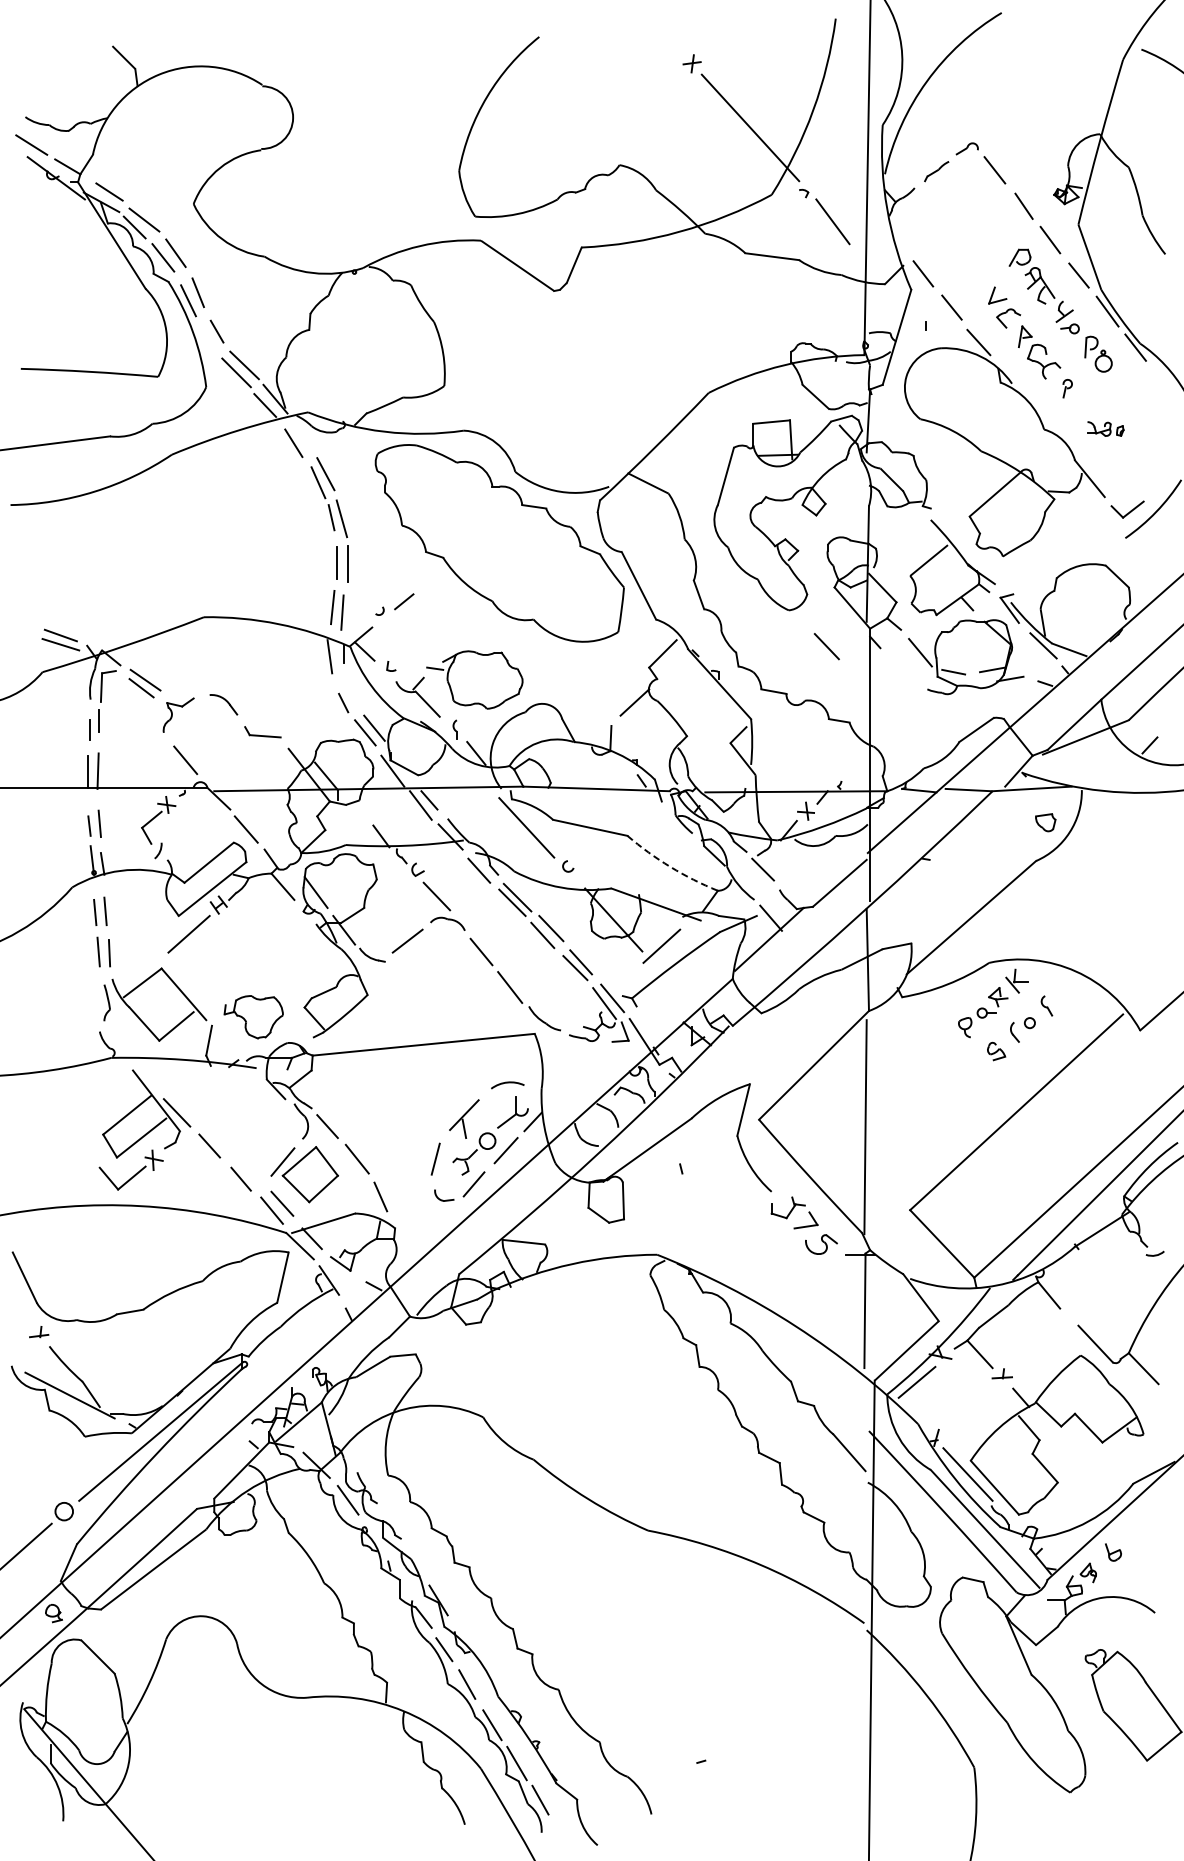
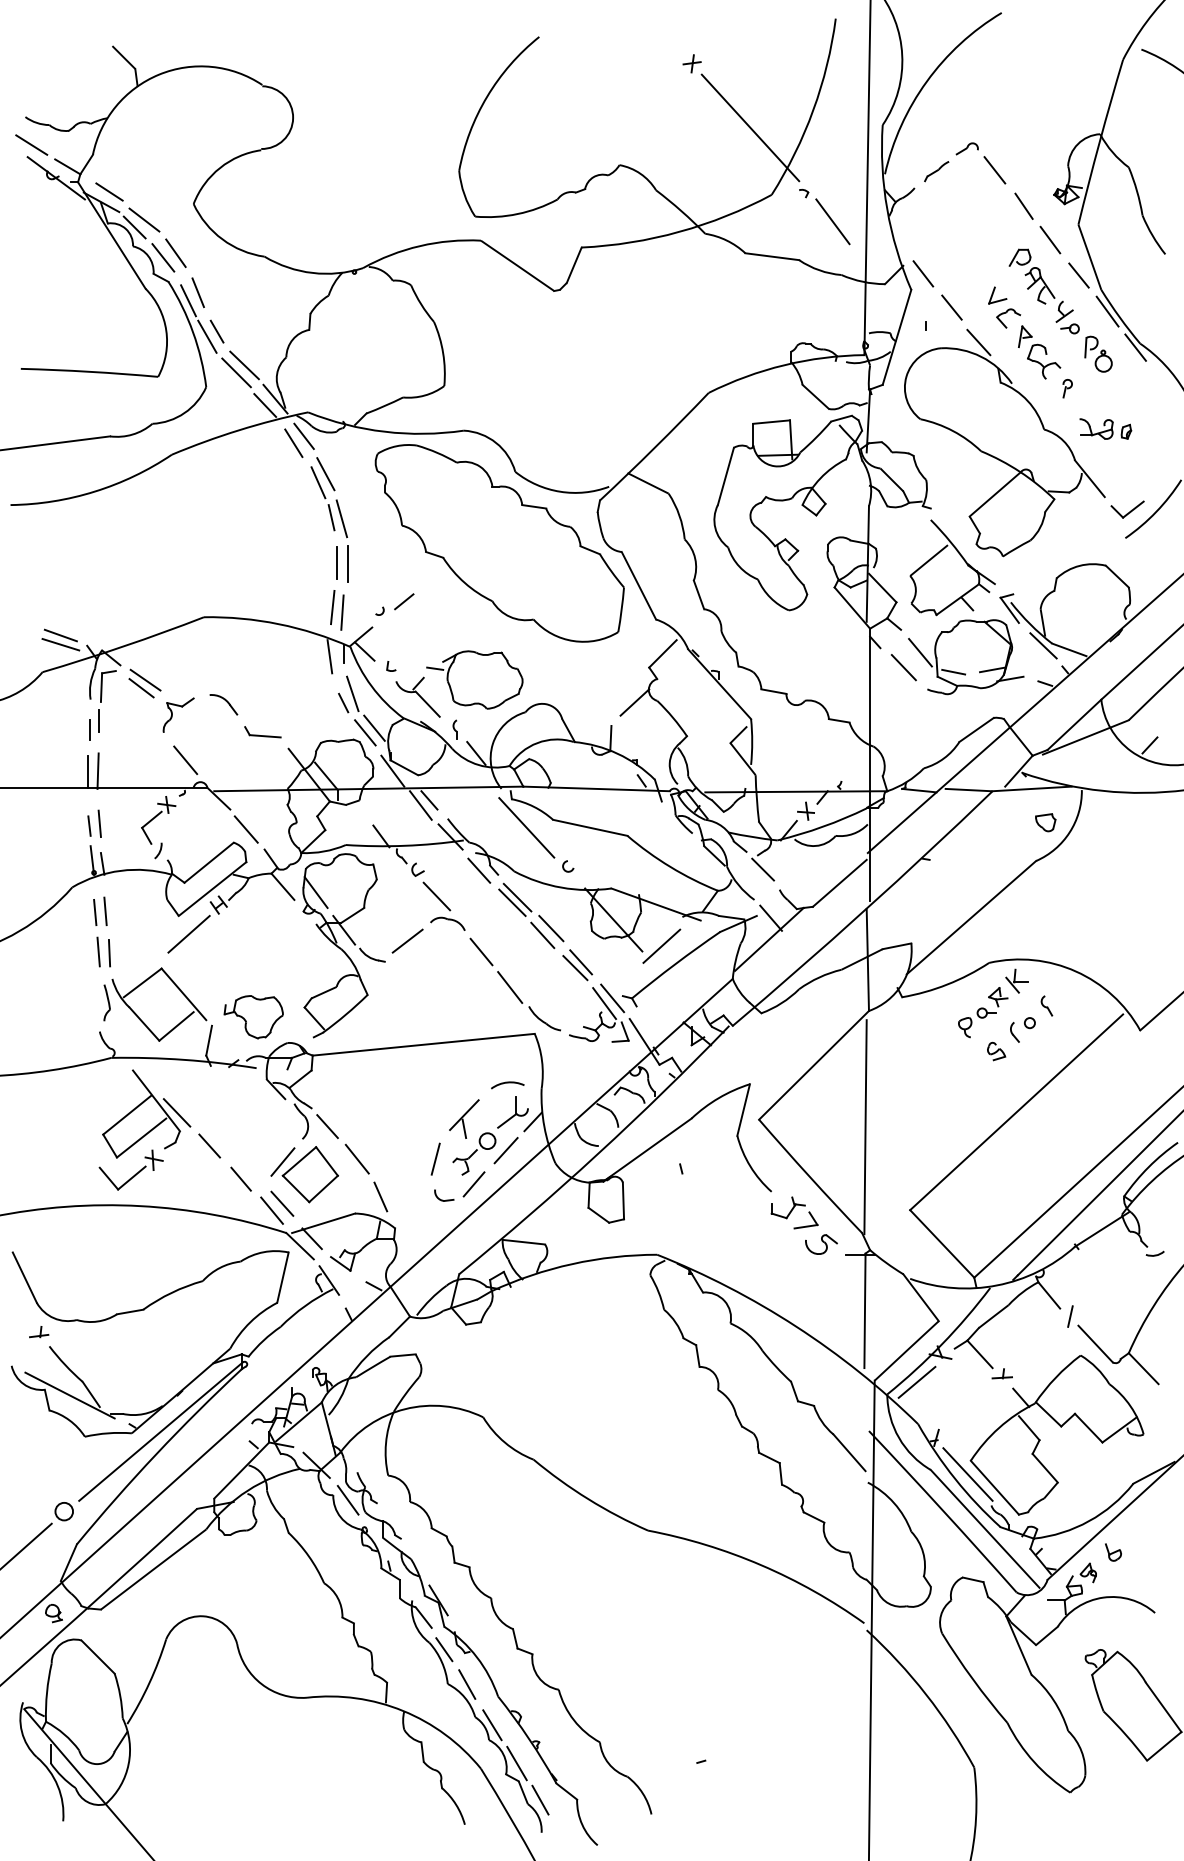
line at (207, 336): none -> present
part at (1105, 428) size: 38x16 px -> 54x22 px
line at (303, 435): none -> present
line at (826, 646) position: (826, 646) -> (903, 667)
line at (352, 693): none -> present
arc at (670, 866): dashed -> solid
line at (1070, 1316): none -> present
